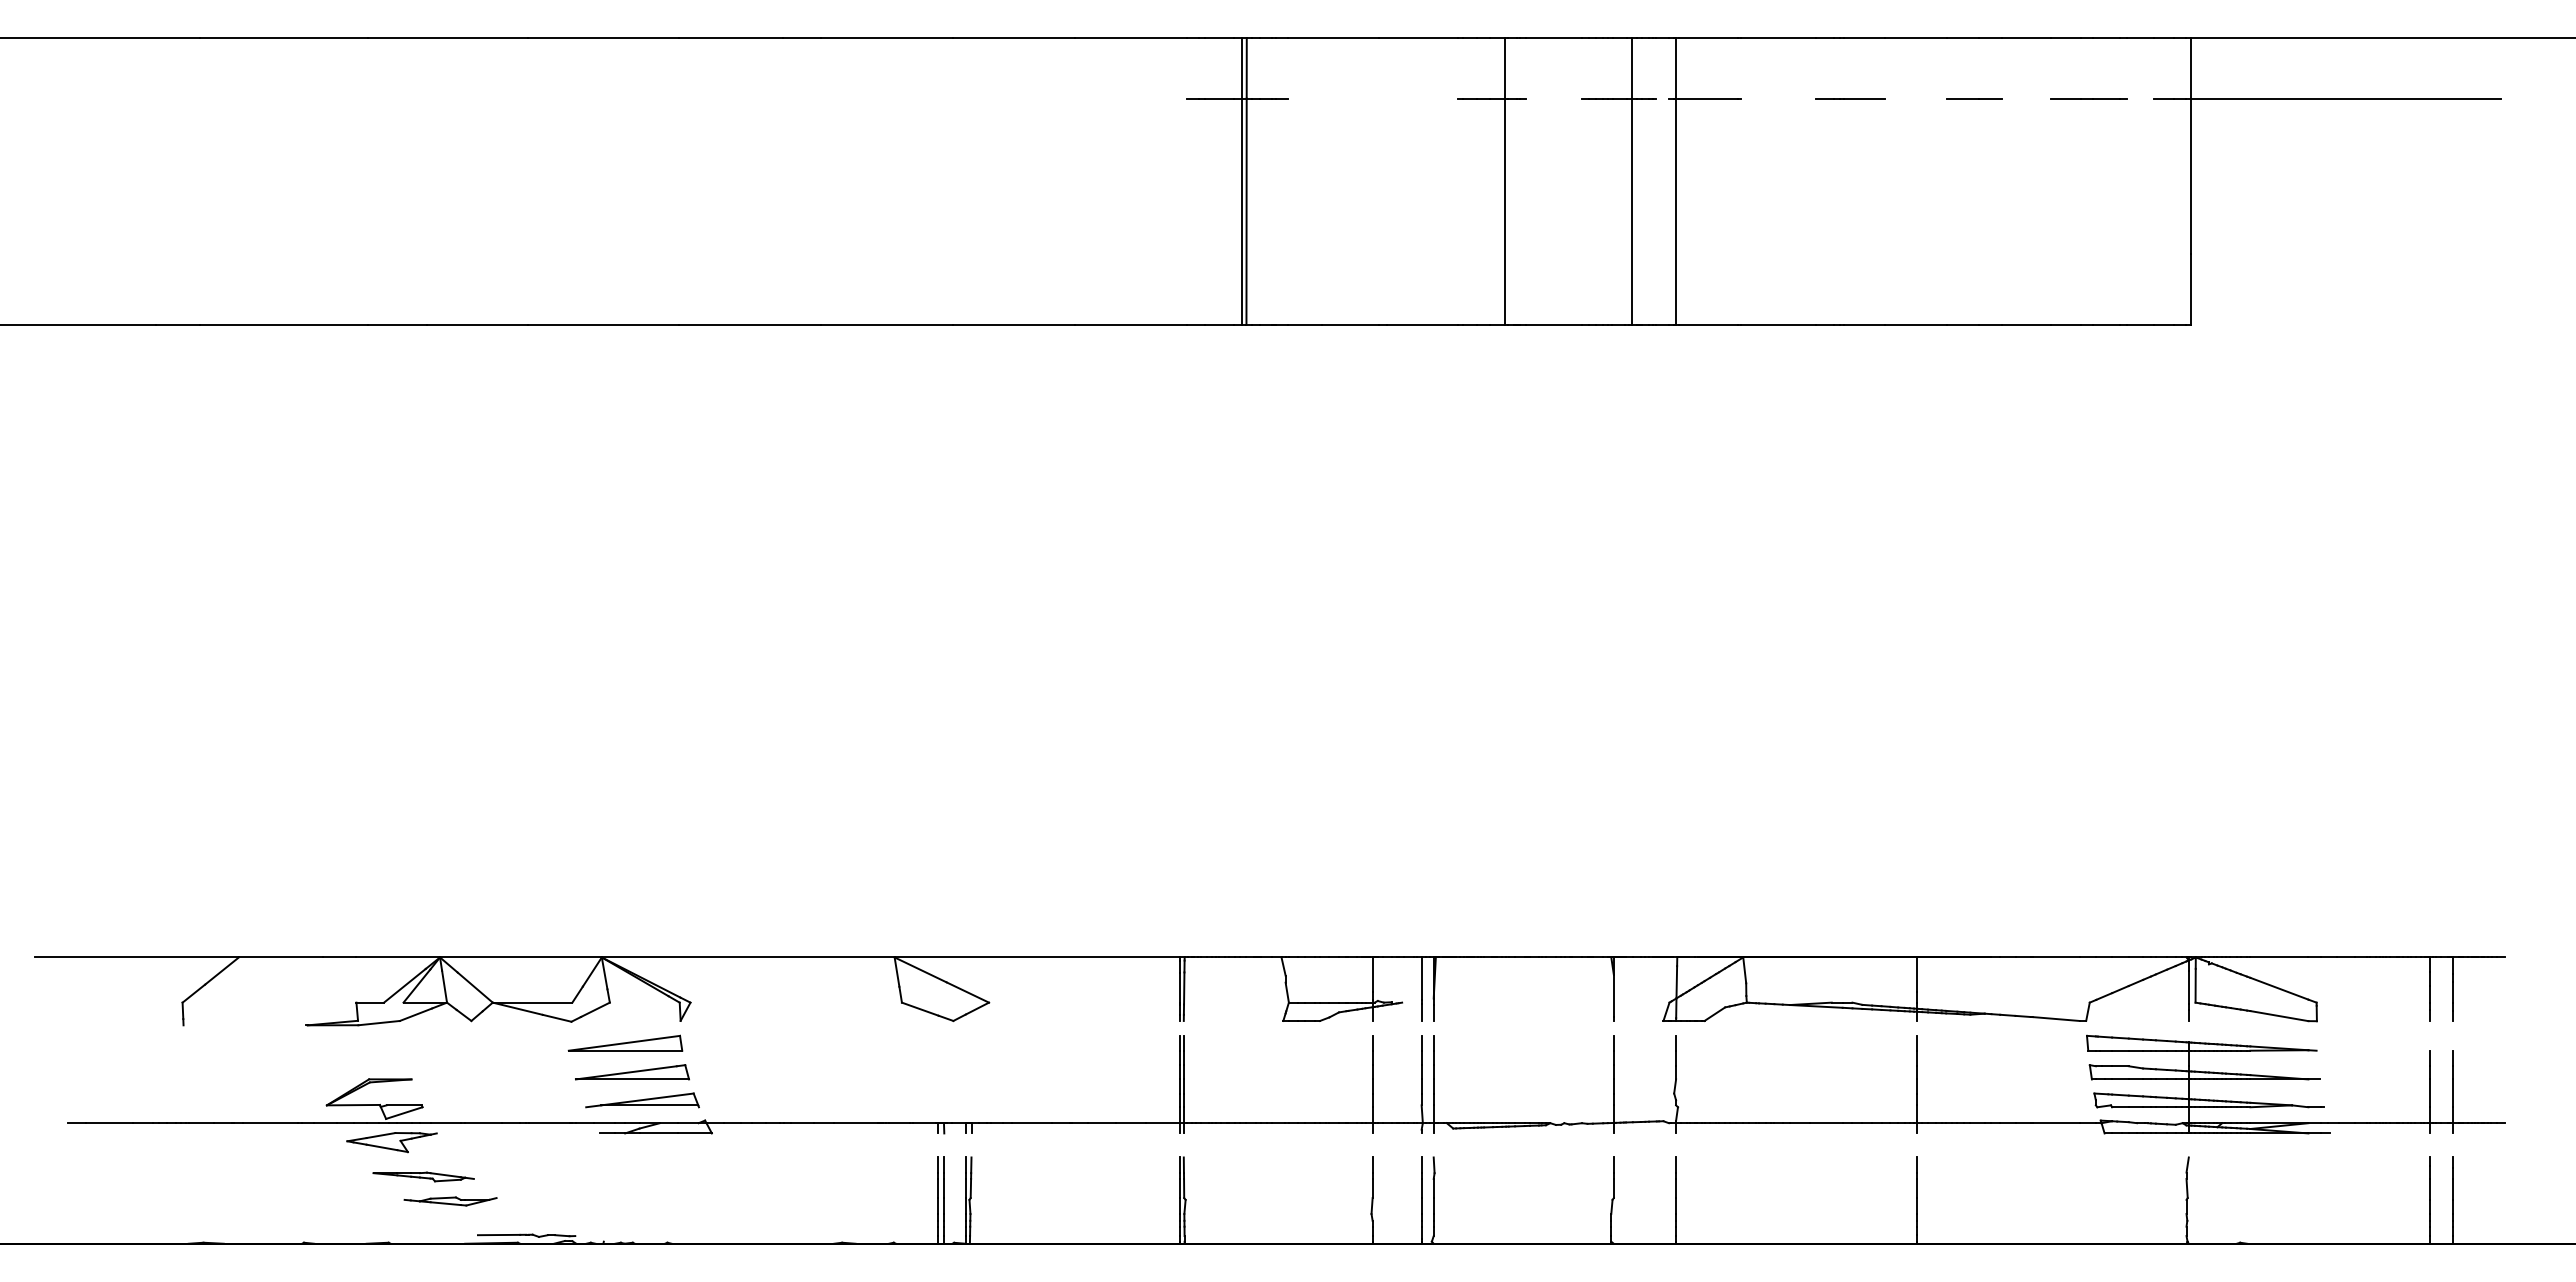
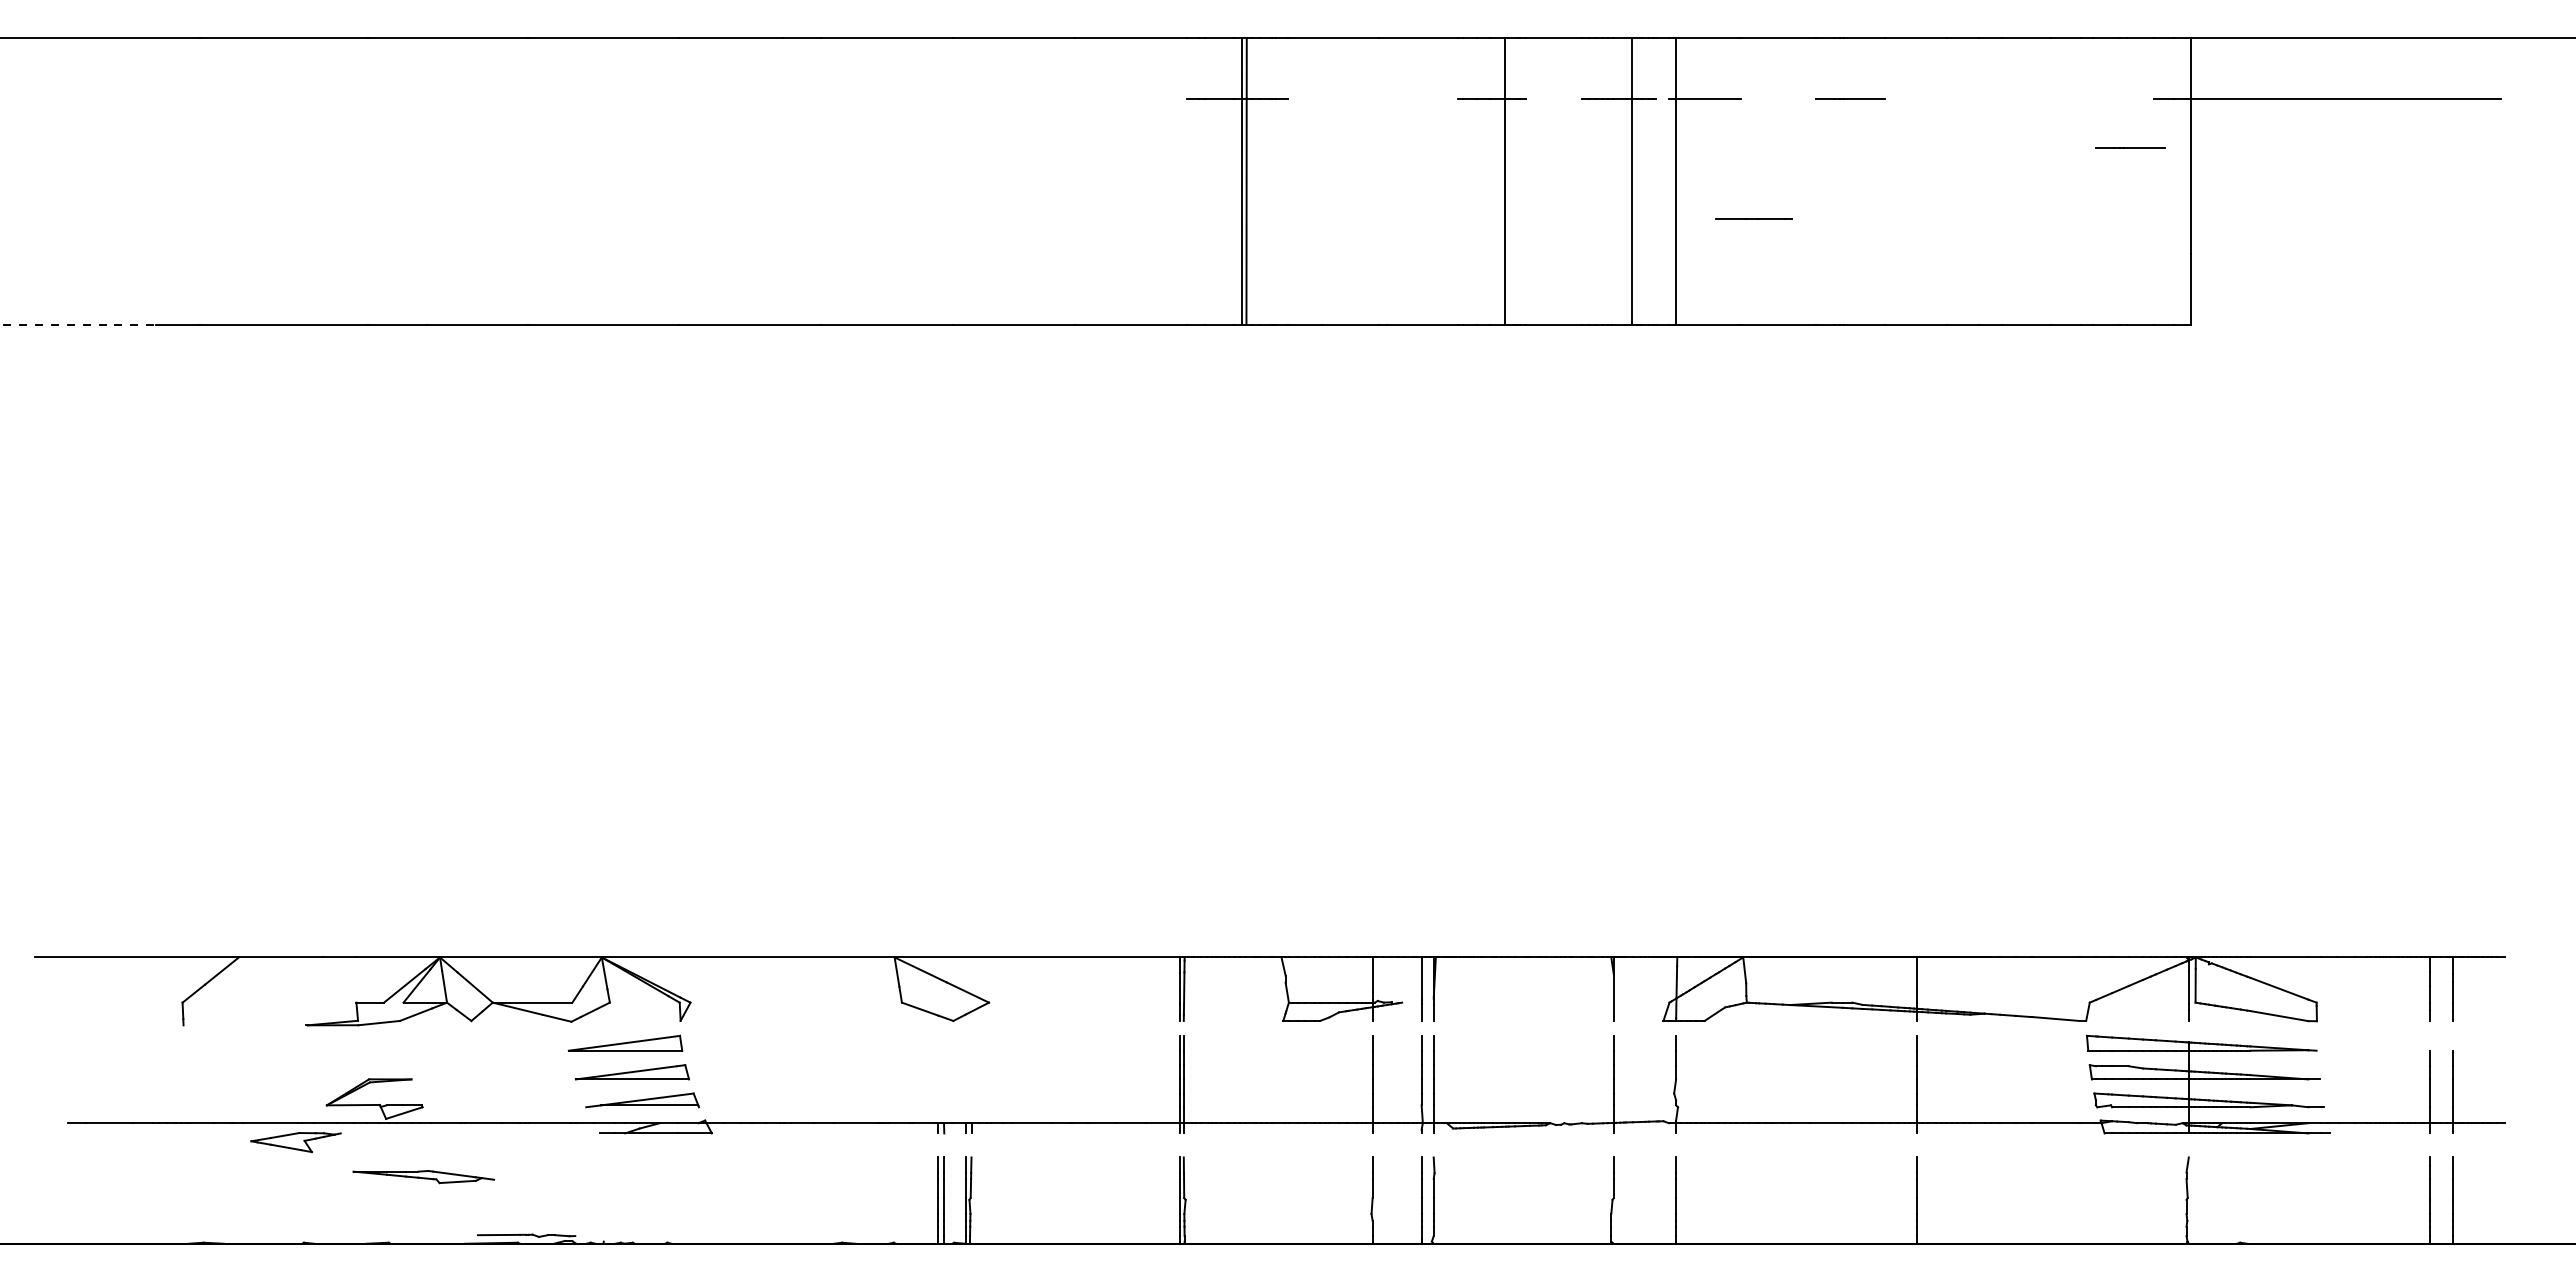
line at (1974, 98): present -> none
line at (2088, 98) position: (2088, 98) -> (1753, 218)
line at (2130, 147): none -> present
line at (77, 324): solid -> dashed
part at (391, 1142) position: (391, 1142) -> (295, 1142)
part at (423, 1176) size: 103x12 px -> 143x15 px
part at (450, 1201): present -> none
